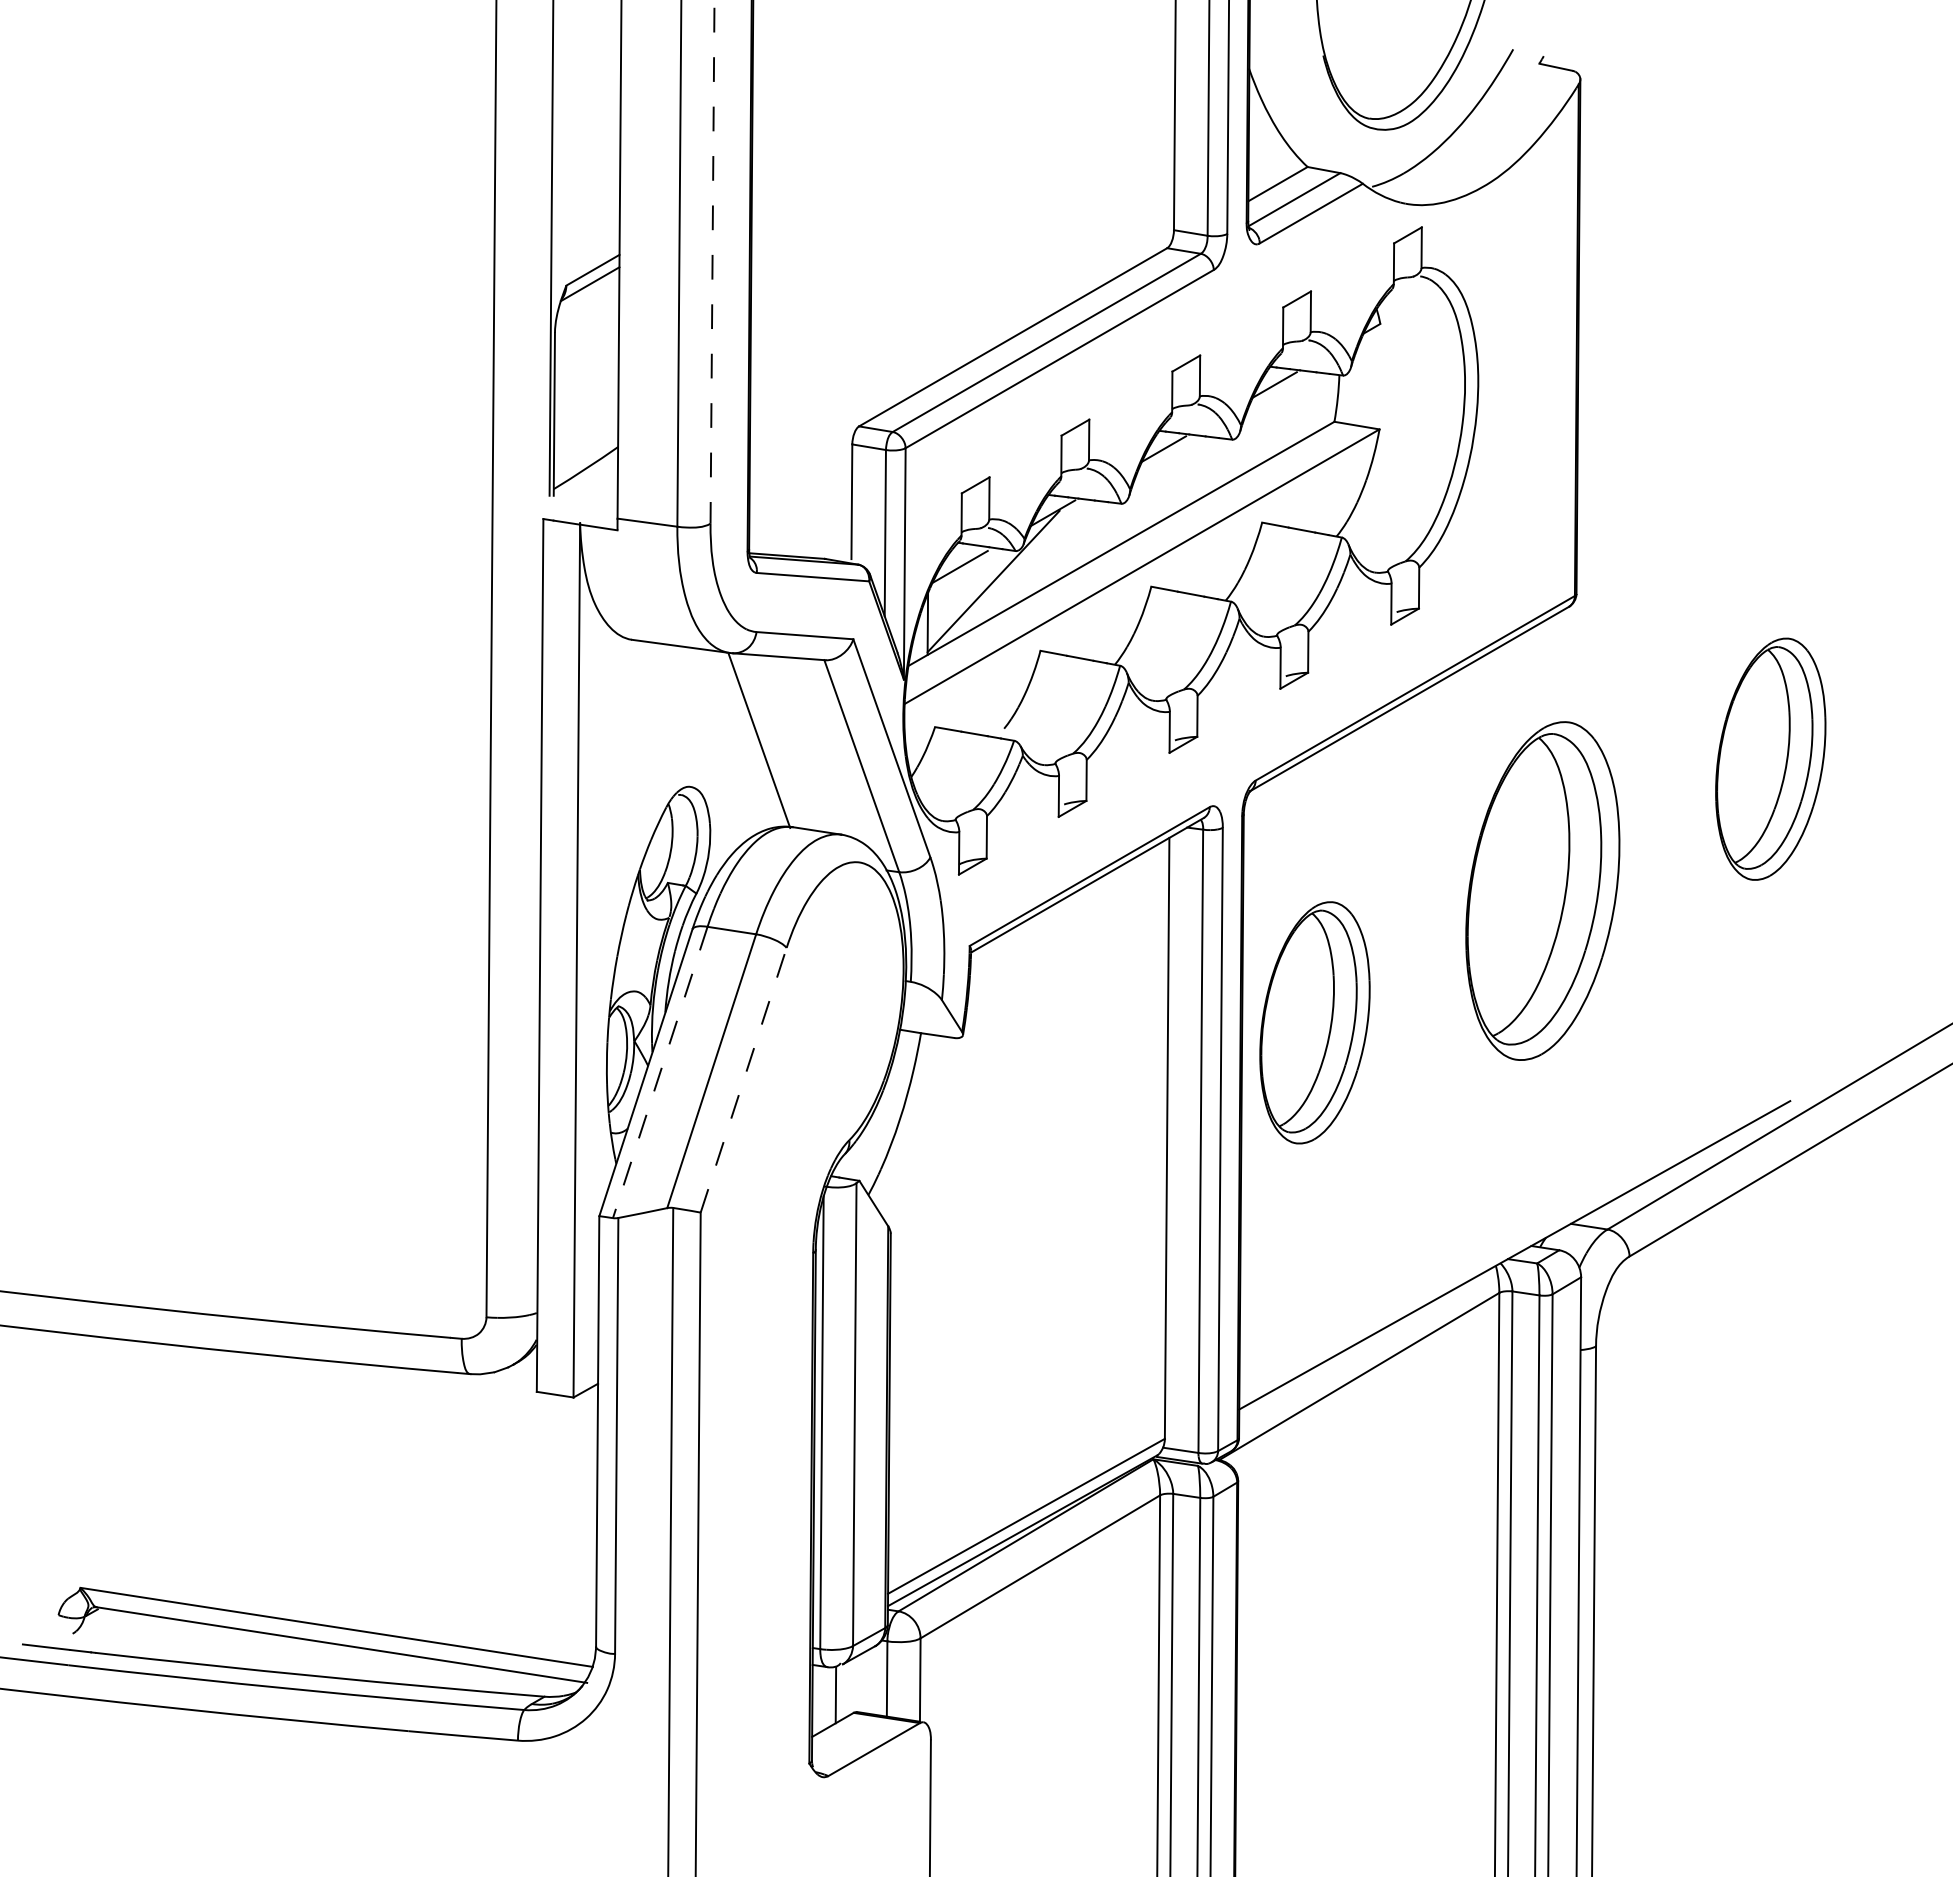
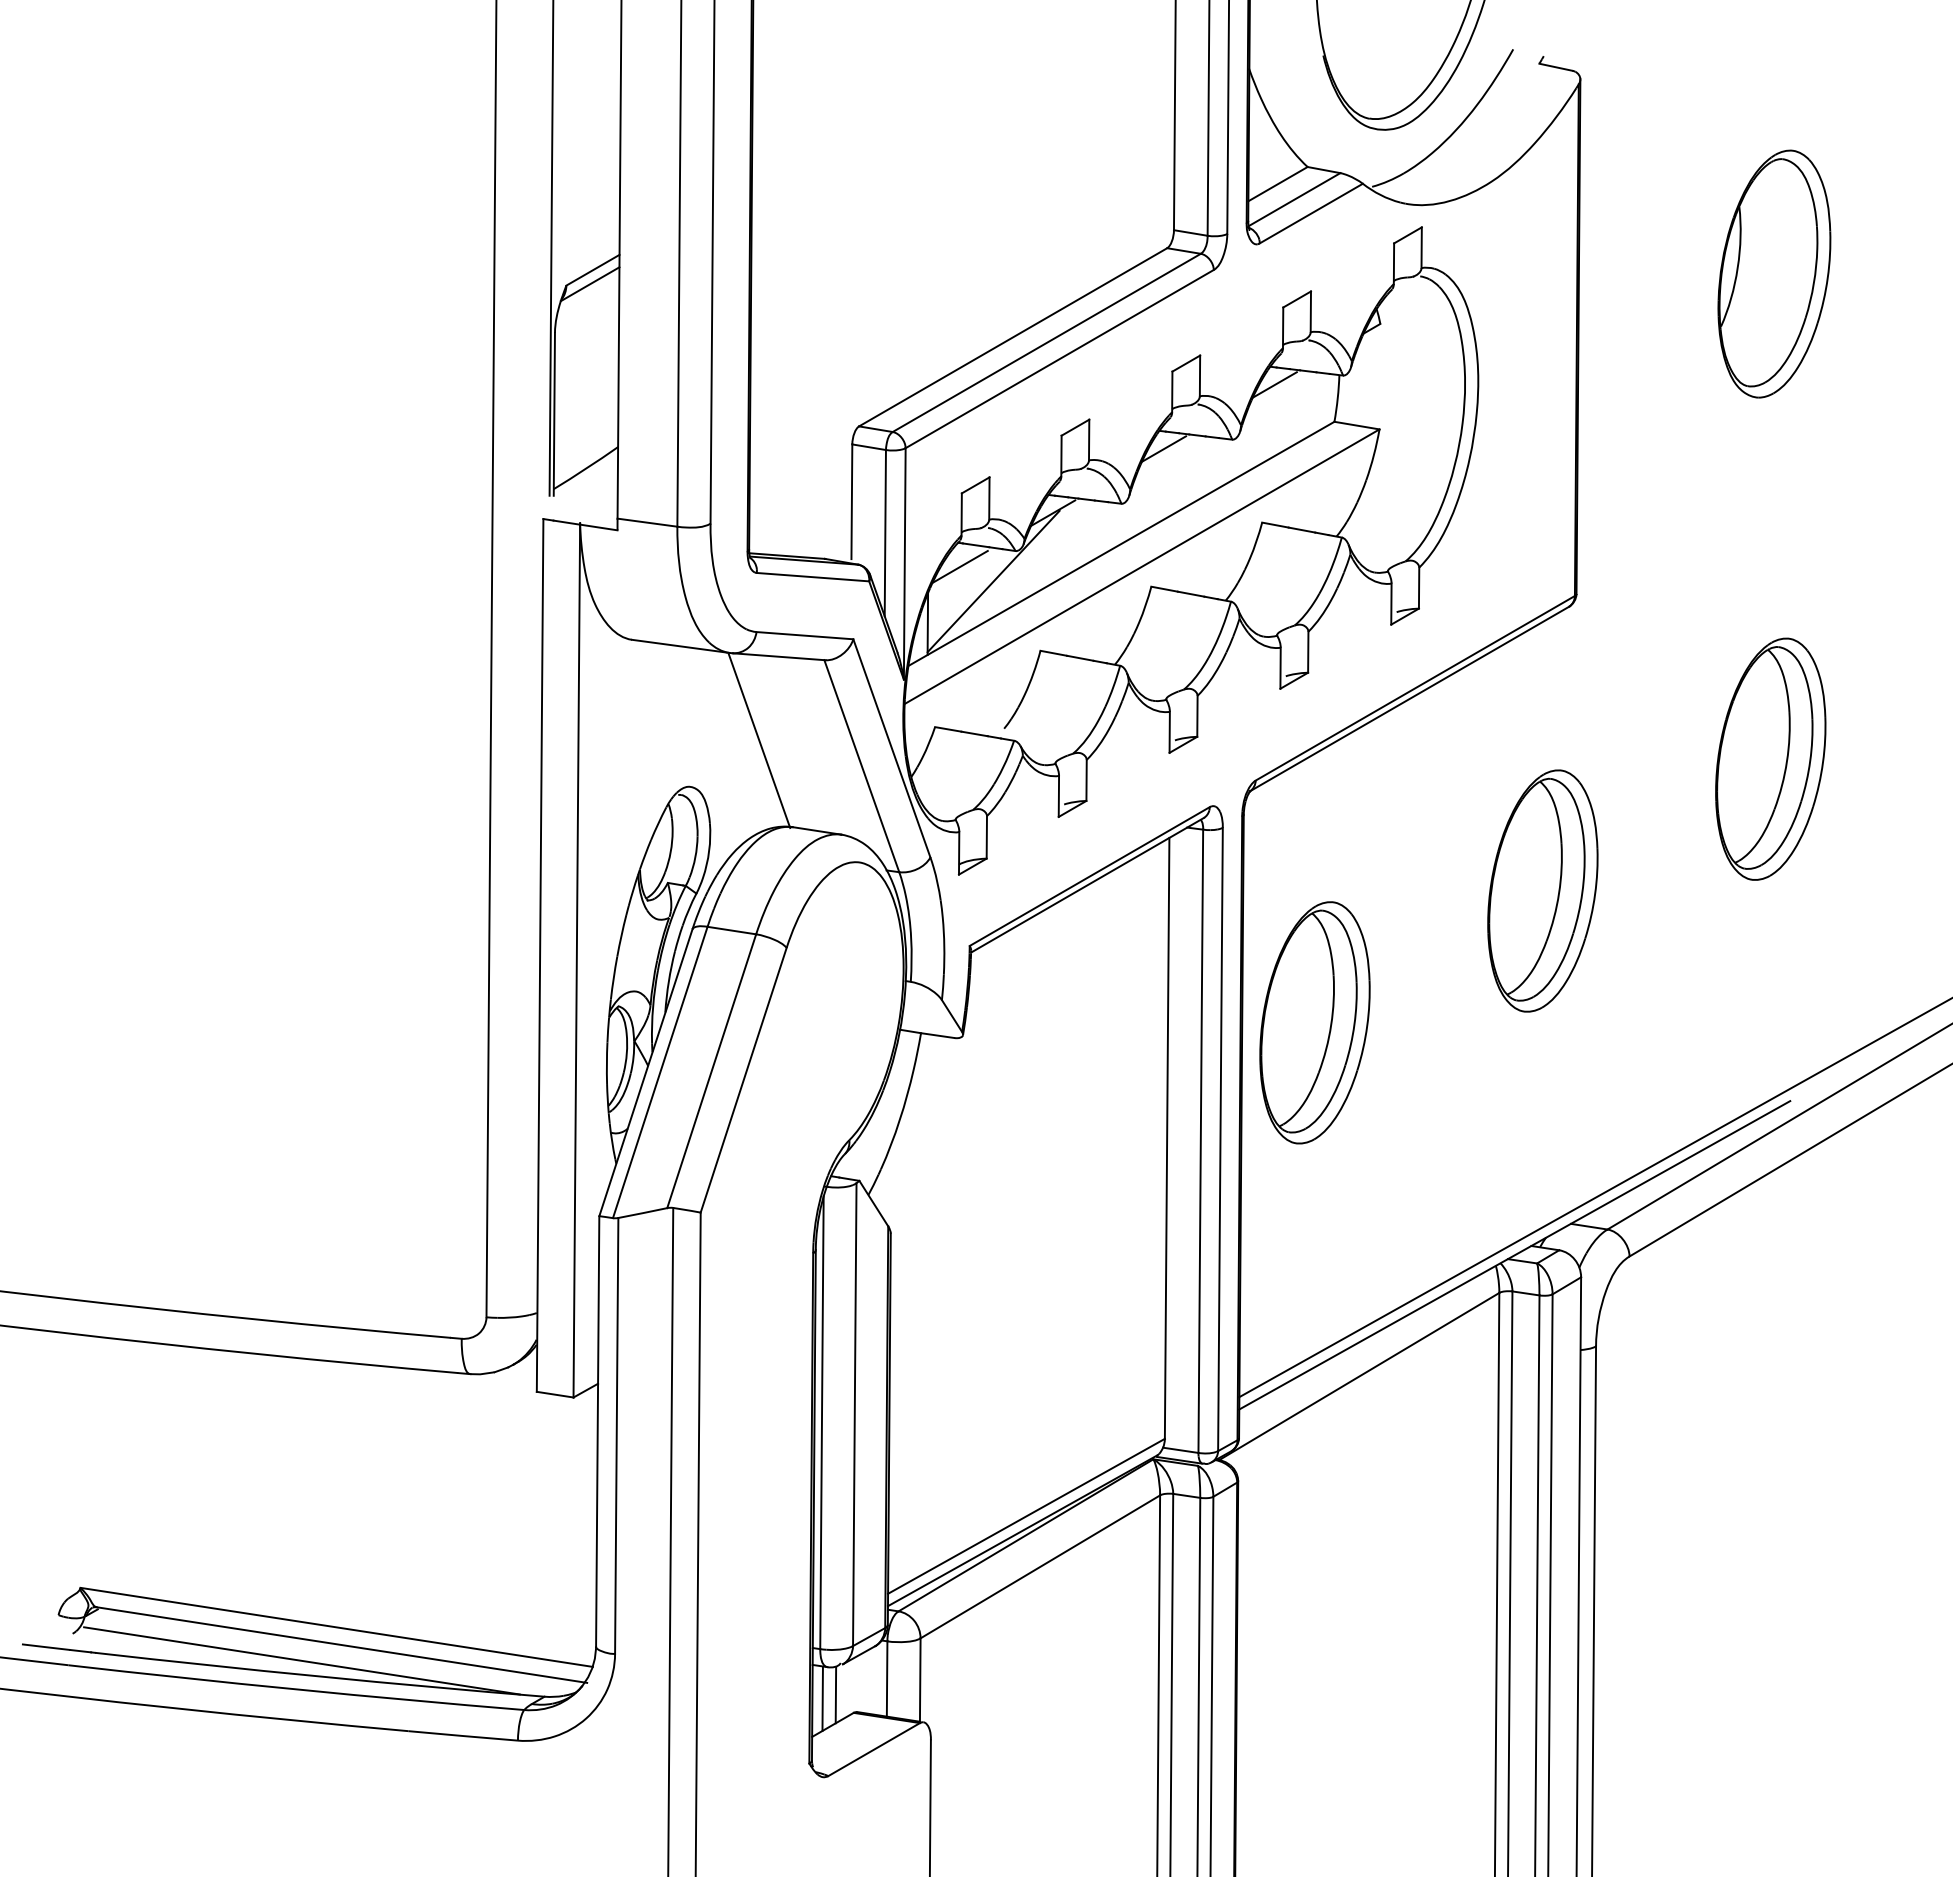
line at (712, 262): dashed -> solid
part at (1774, 273): none -> present
part at (1542, 890) size: 156x340 px -> 112x244 px
line at (660, 1072): dashed -> solid
line at (743, 1079): dashed -> solid
line at (1594, 1198): none -> present
line at (301, 1660): none -> present
line at (822, 1698): none -> present
